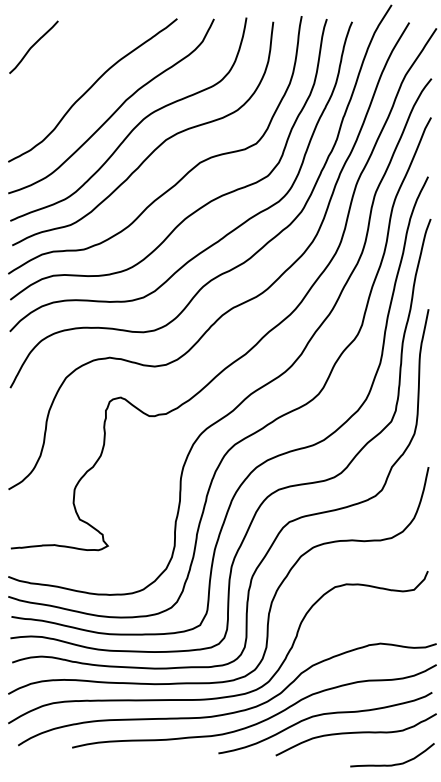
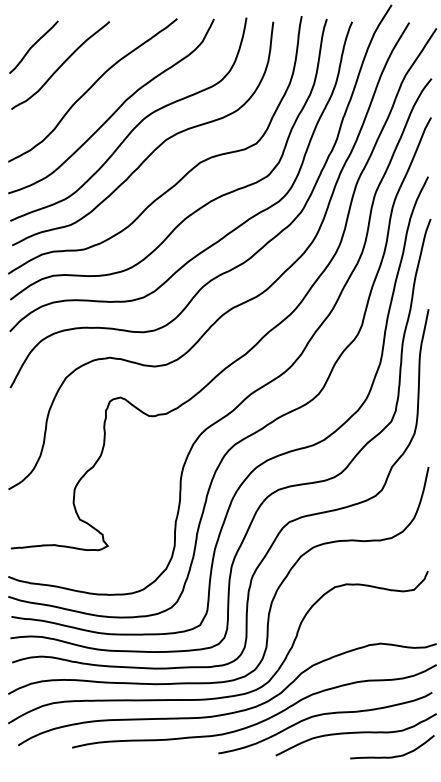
curve at (60, 65): none -> present
curve at (395, 763) position: (395, 763) -> (395, 755)
